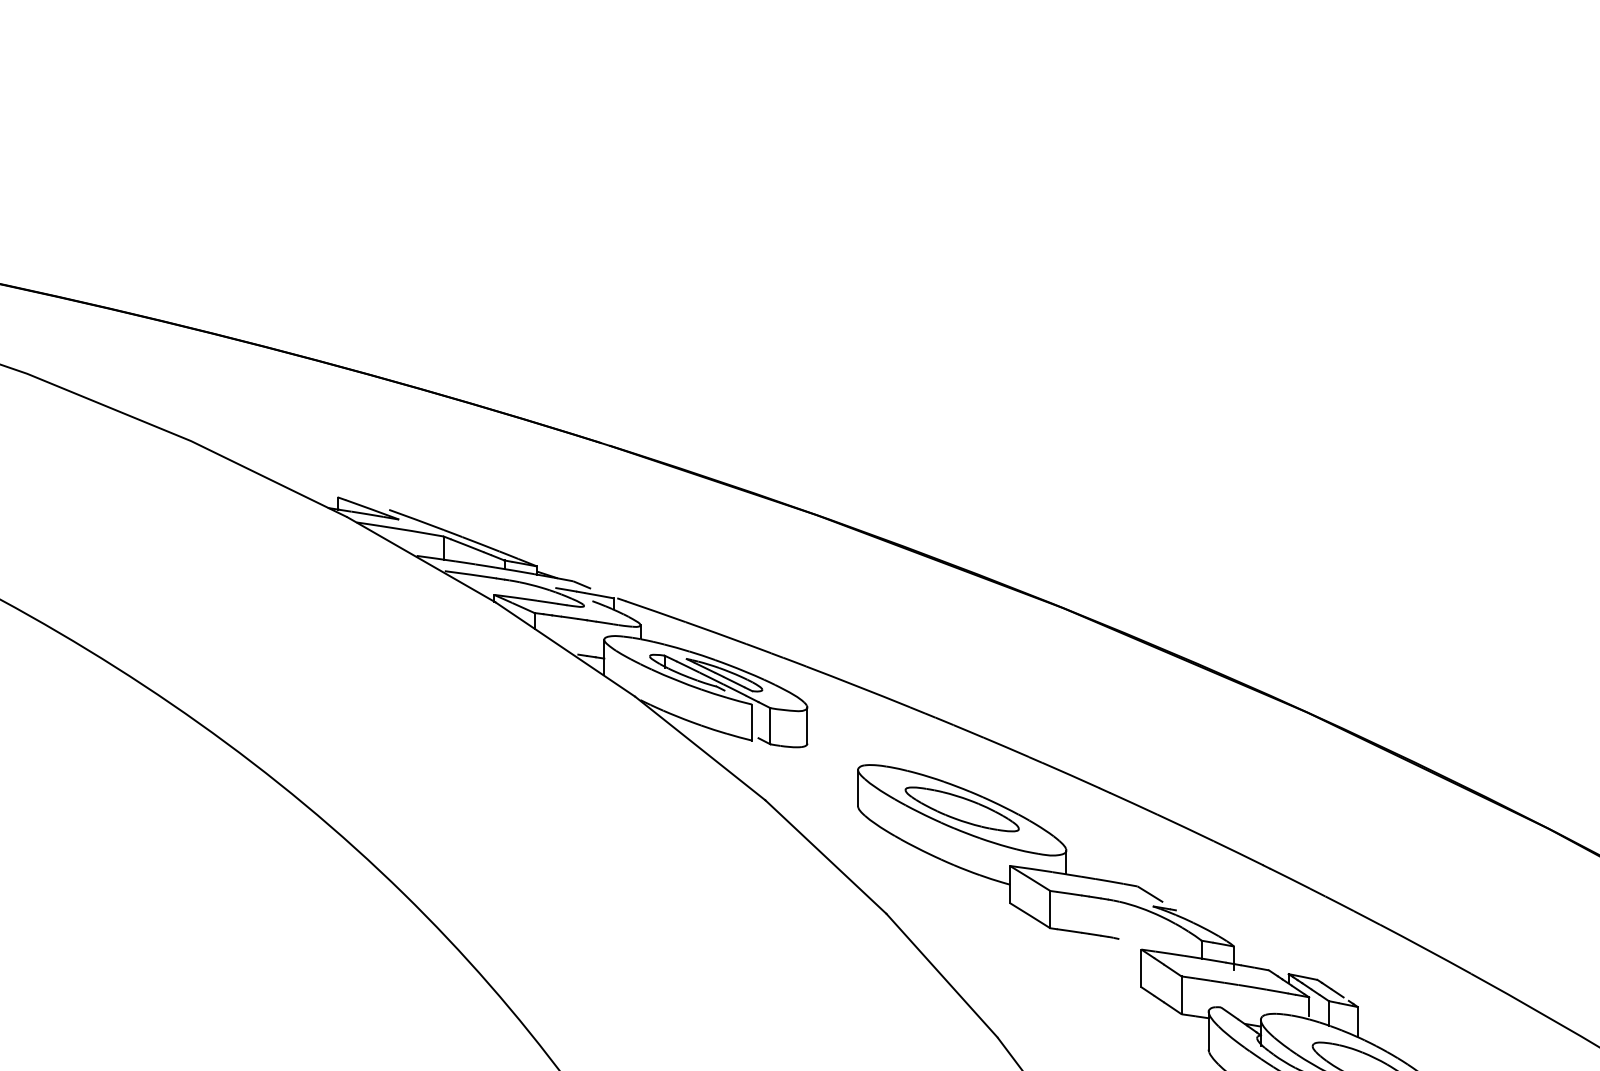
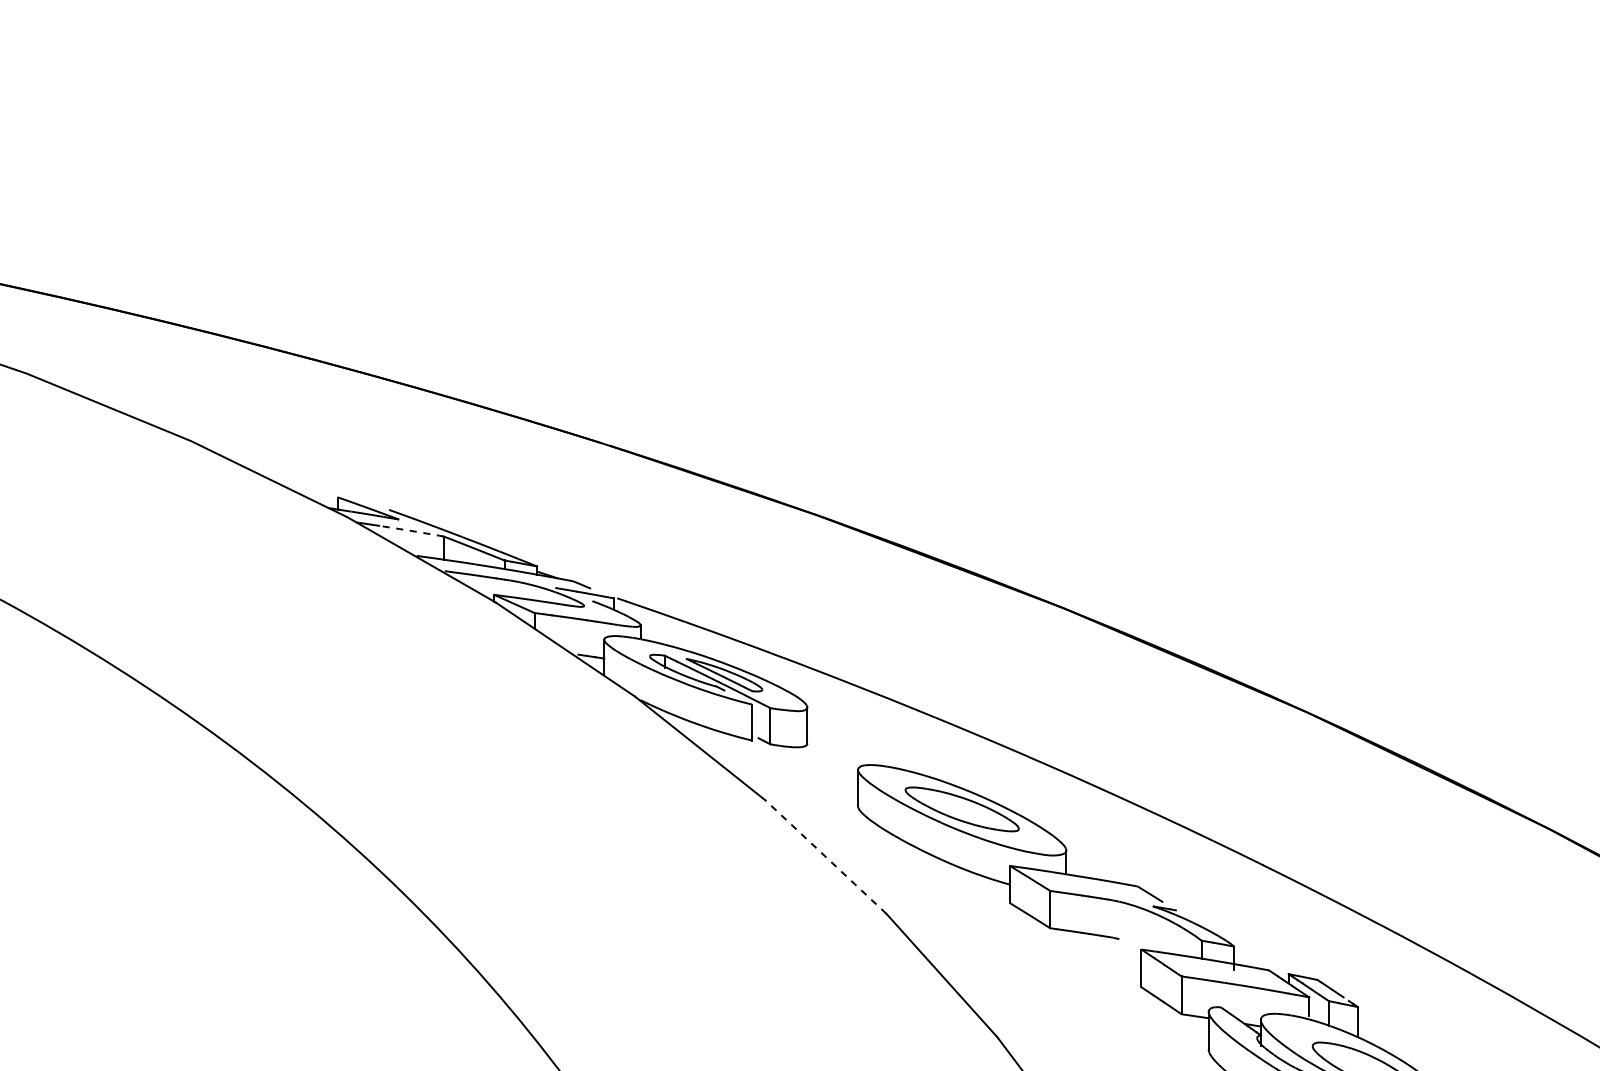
arc at (411, 531): solid -> dashed
line at (825, 857): solid -> dashed
